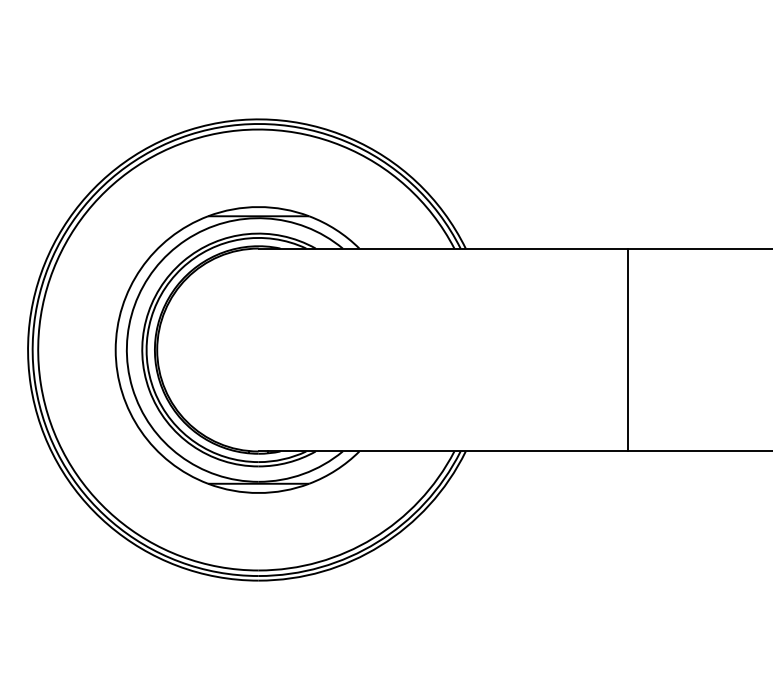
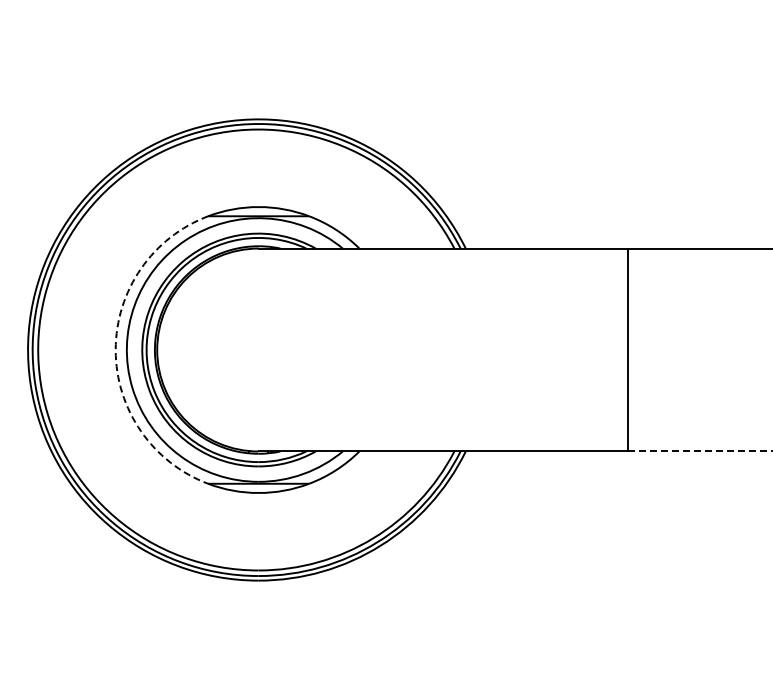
arc at (115, 350): solid -> dashed
line at (700, 451): solid -> dashed
